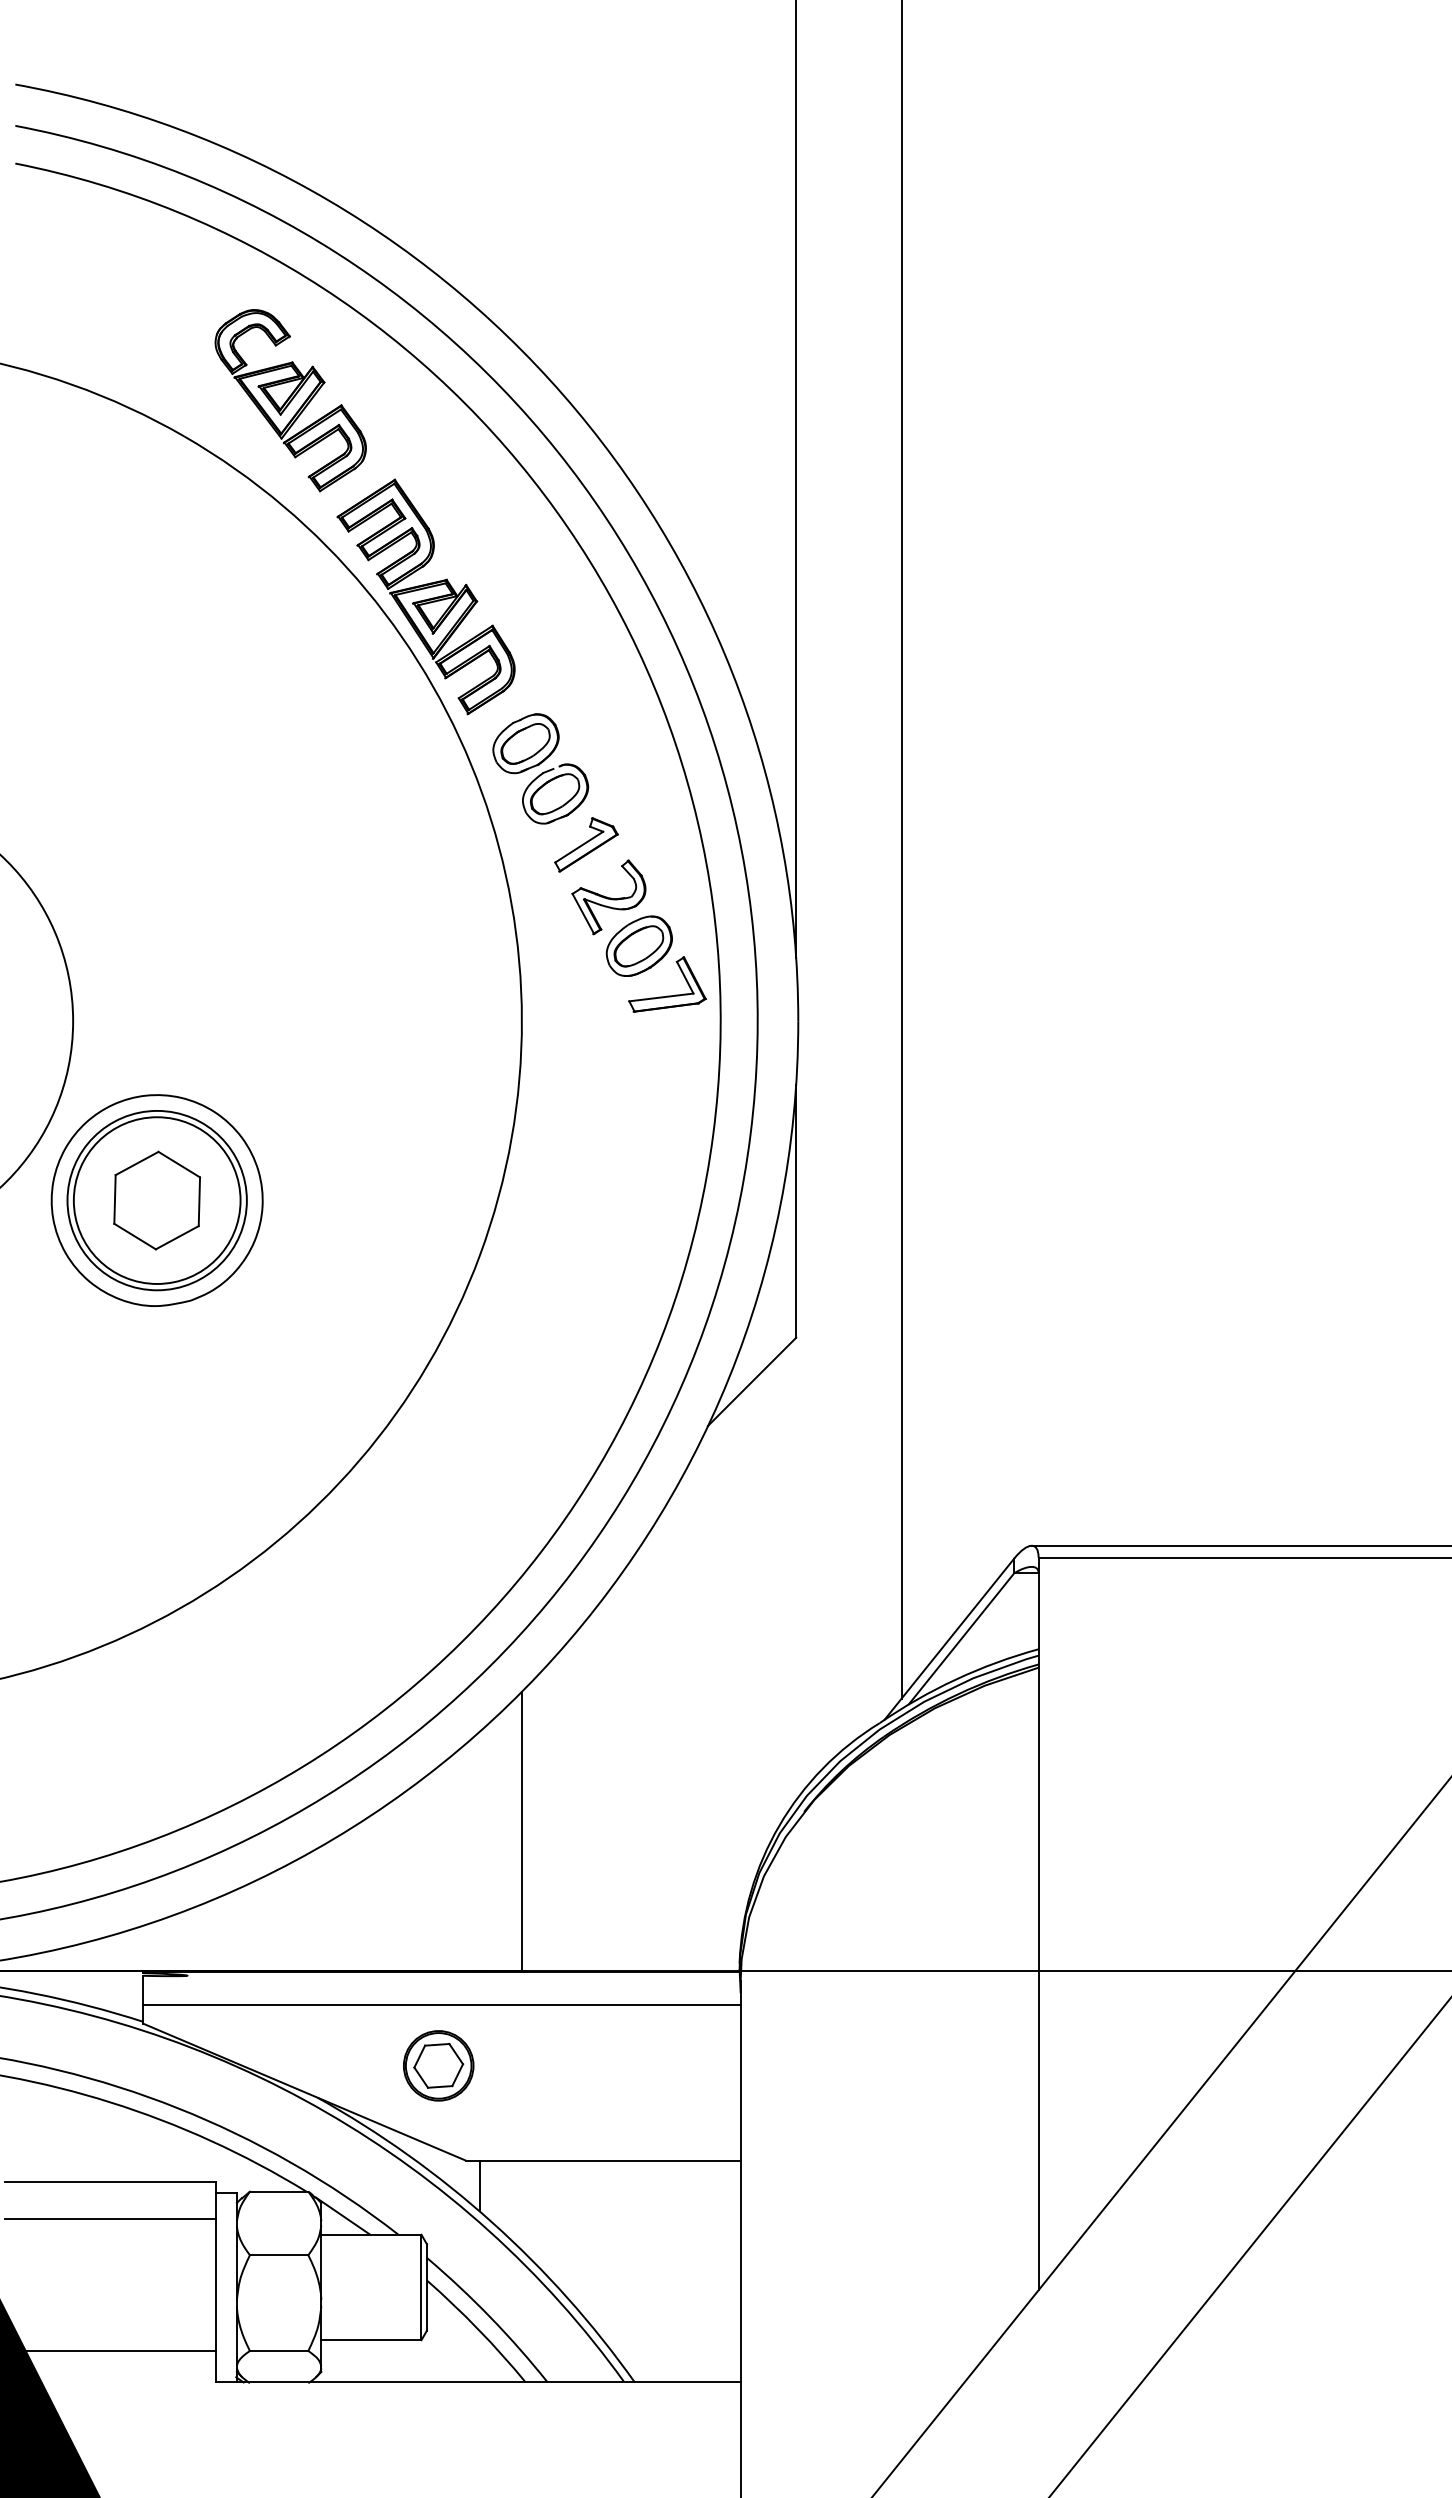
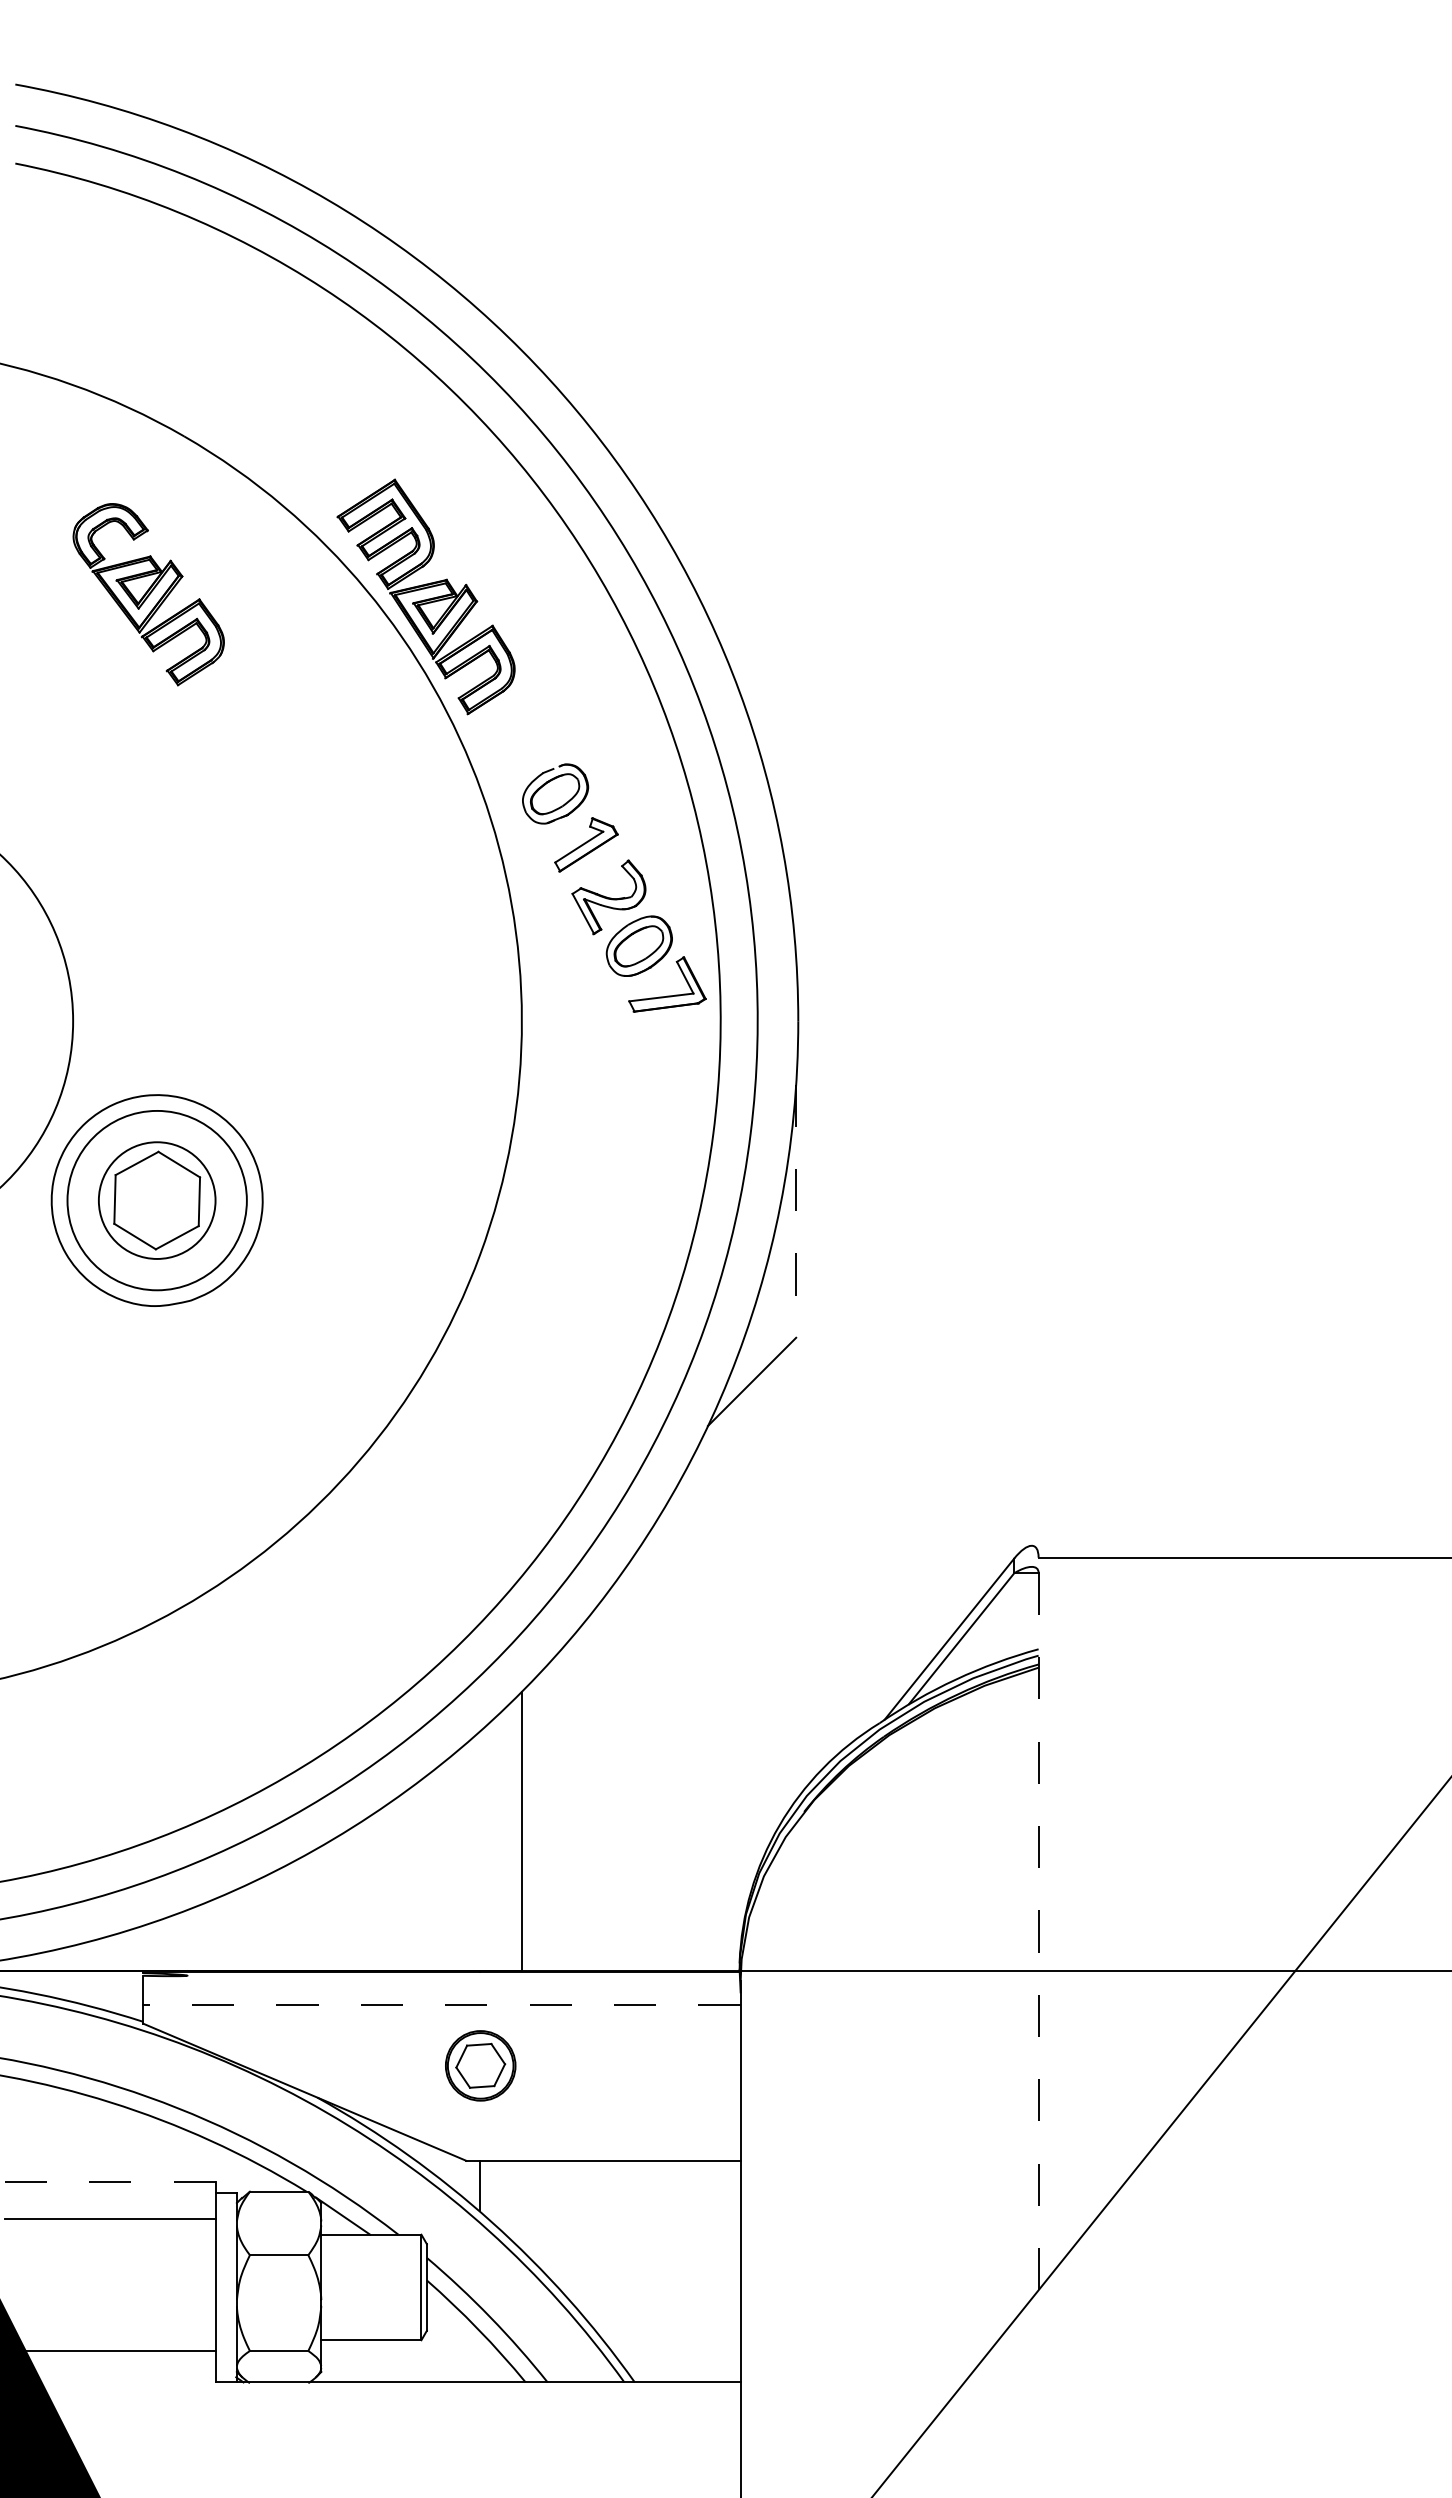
part at (290, 400) position: (290, 400) -> (148, 594)
line at (796, 479): present -> none
part at (525, 743): present -> none
line at (901, 850): present -> none
circle at (156, 1200) diameter: 167 px -> 117 px
line at (796, 1211): solid -> dashed
line at (1239, 1545): present -> none
line at (1038, 1923): solid -> dashed
line at (441, 2005): solid -> dashed
part at (438, 2065) position: (438, 2065) -> (480, 2065)
line at (110, 2181): solid -> dashed
line at (1249, 2247): present -> none
